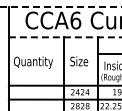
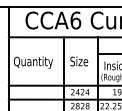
line at (60, 6): dashed -> solid
line at (65, 37): dashed -> solid
